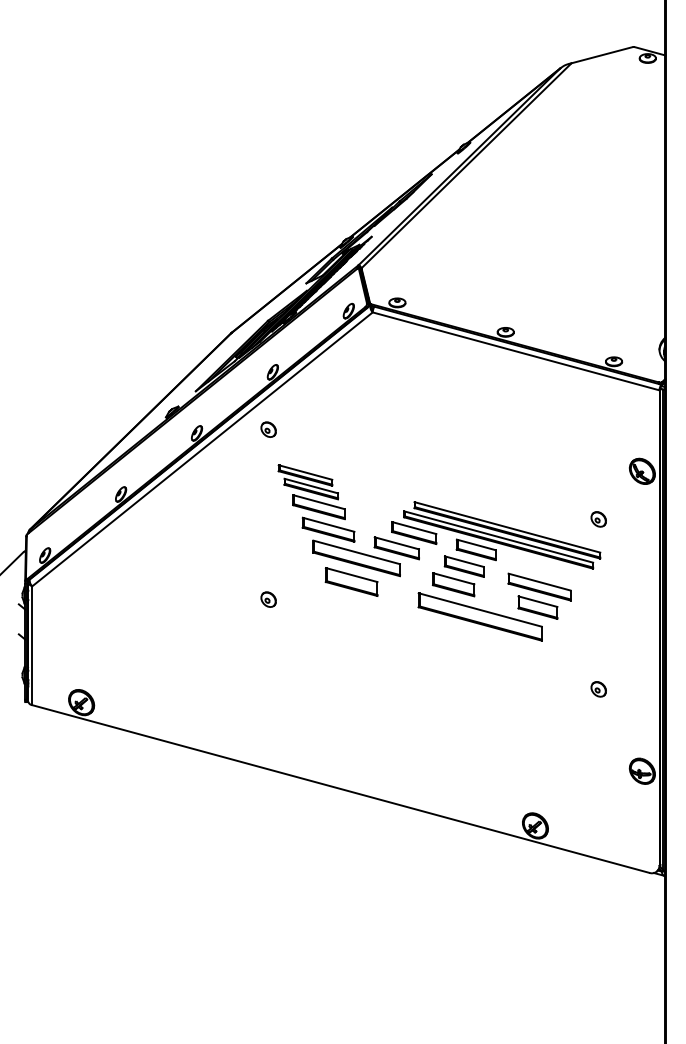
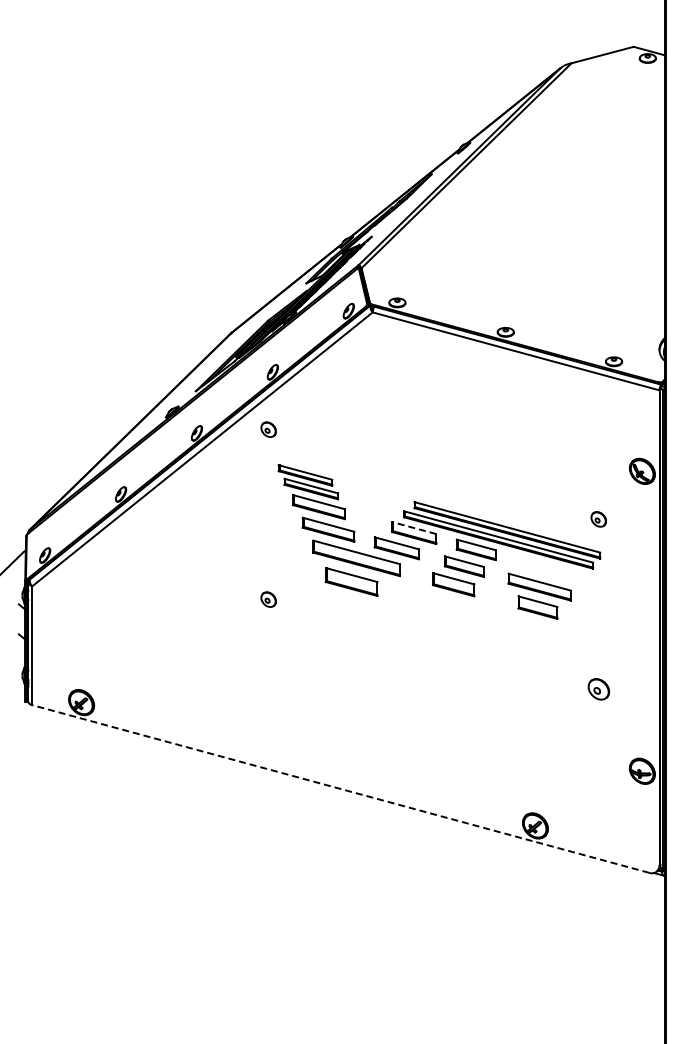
line at (414, 528): solid -> dashed
part at (479, 616): present -> none
part at (598, 689) size: 17x17 px -> 23x23 px
line at (340, 789): solid -> dashed
